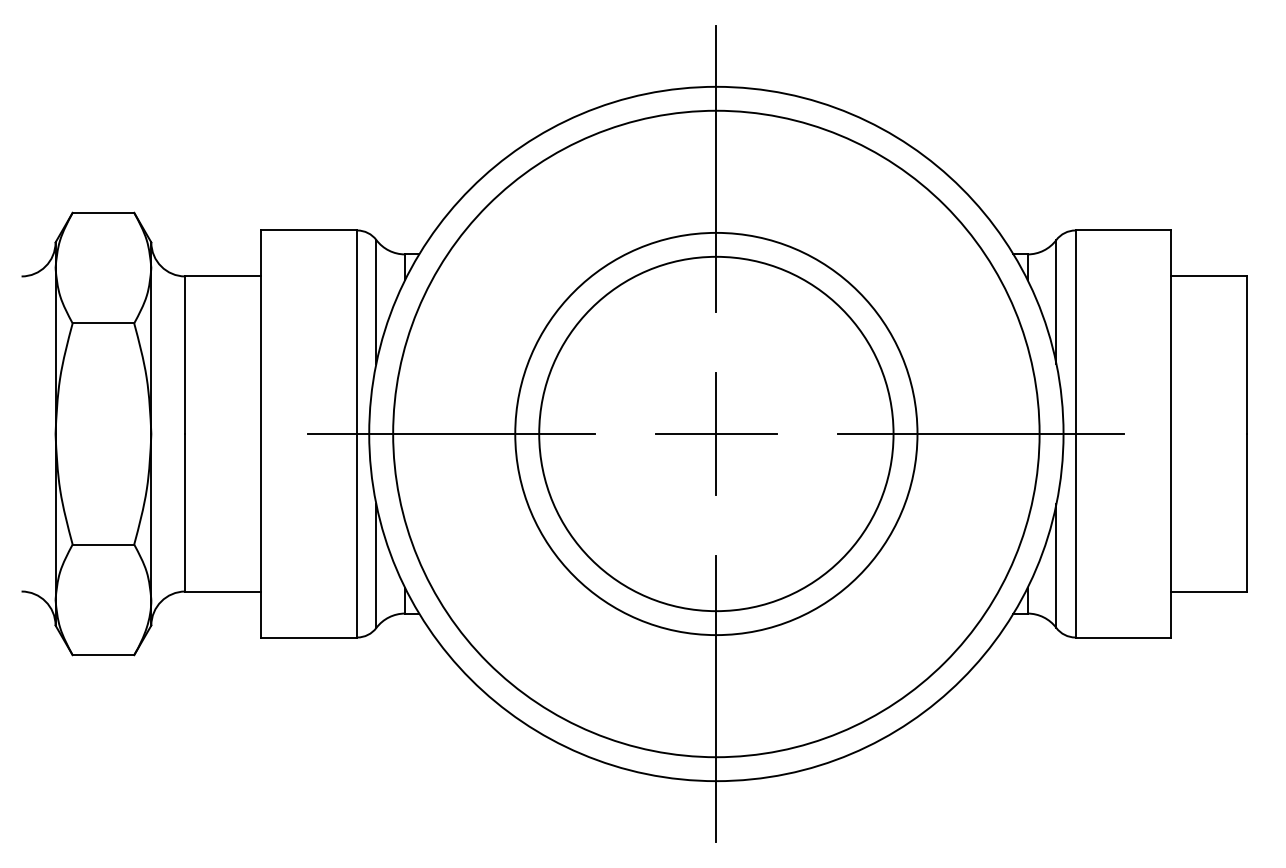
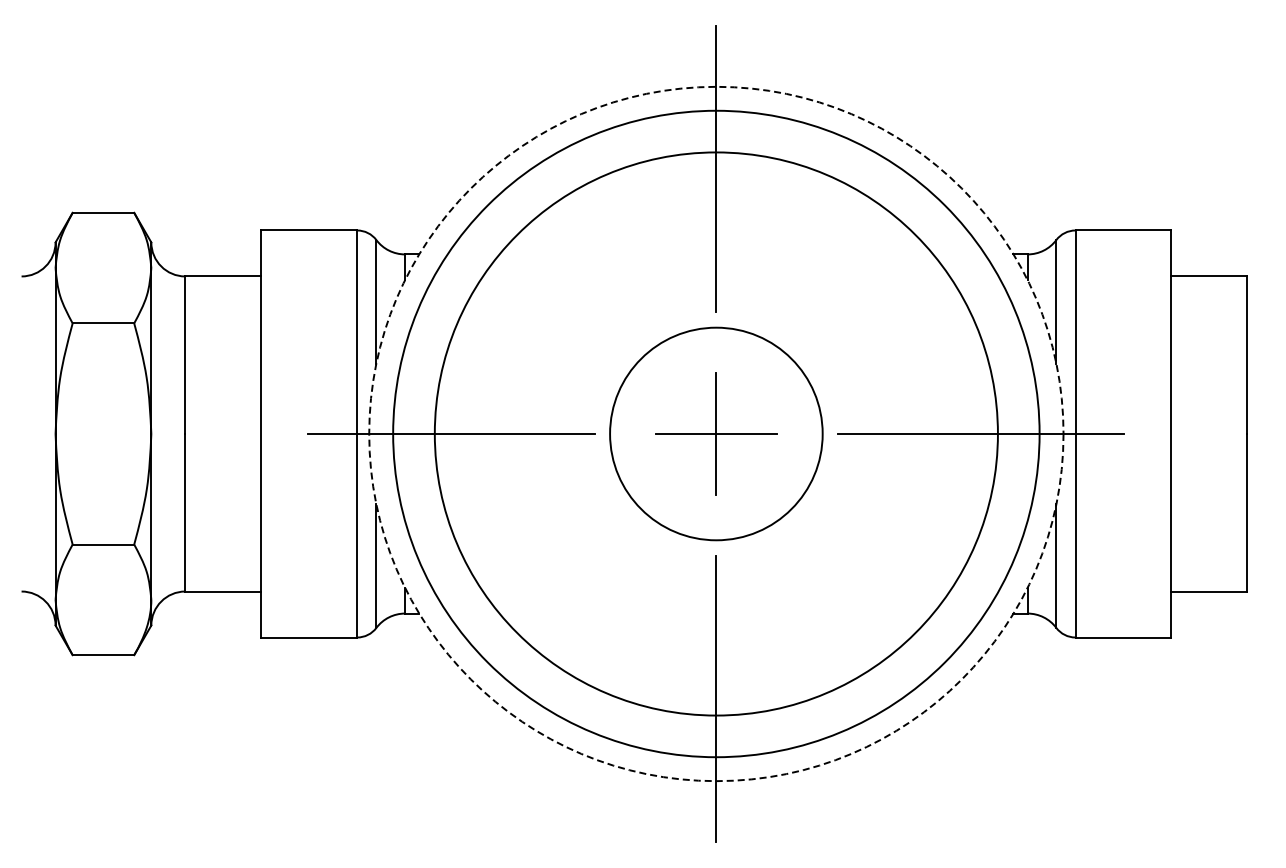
circle at (716, 433) diameter: 354 px -> 213 px
circle at (716, 433) diameter: 402 px -> 563 px
circle at (716, 433): solid -> dashed
